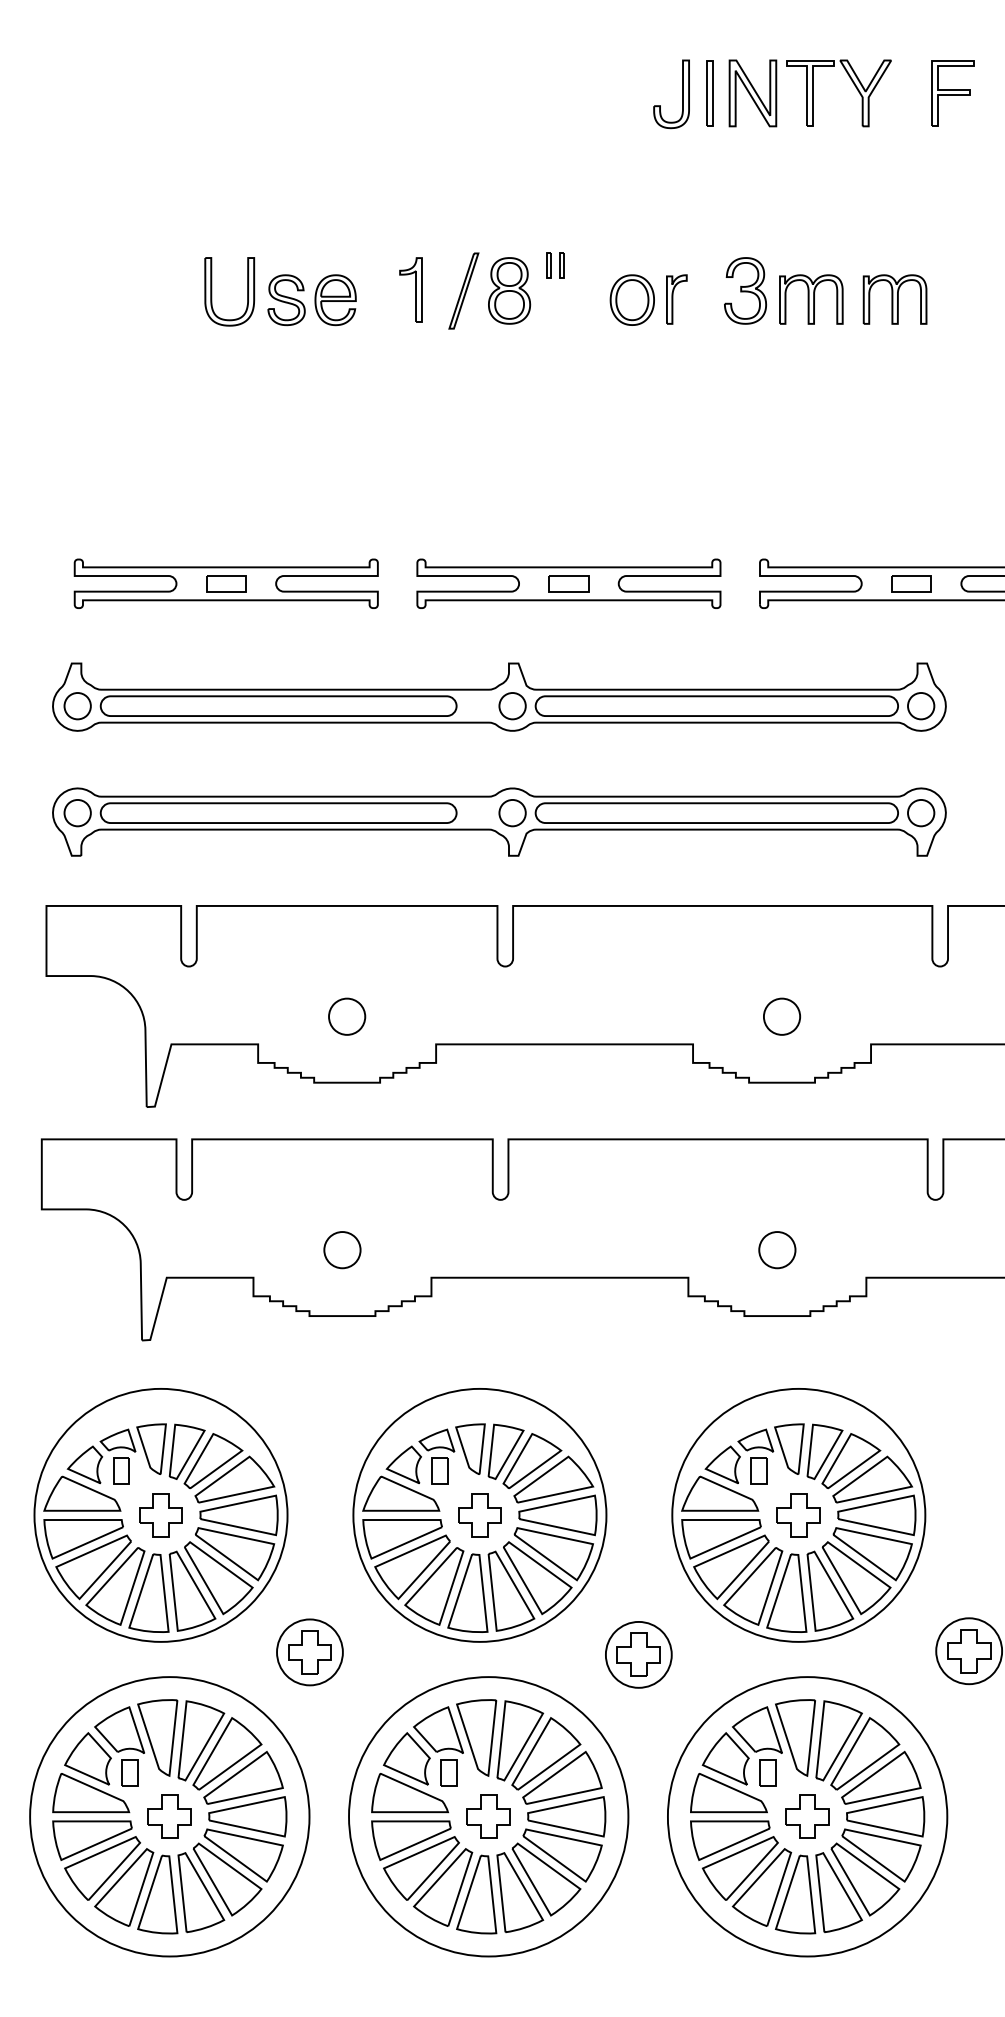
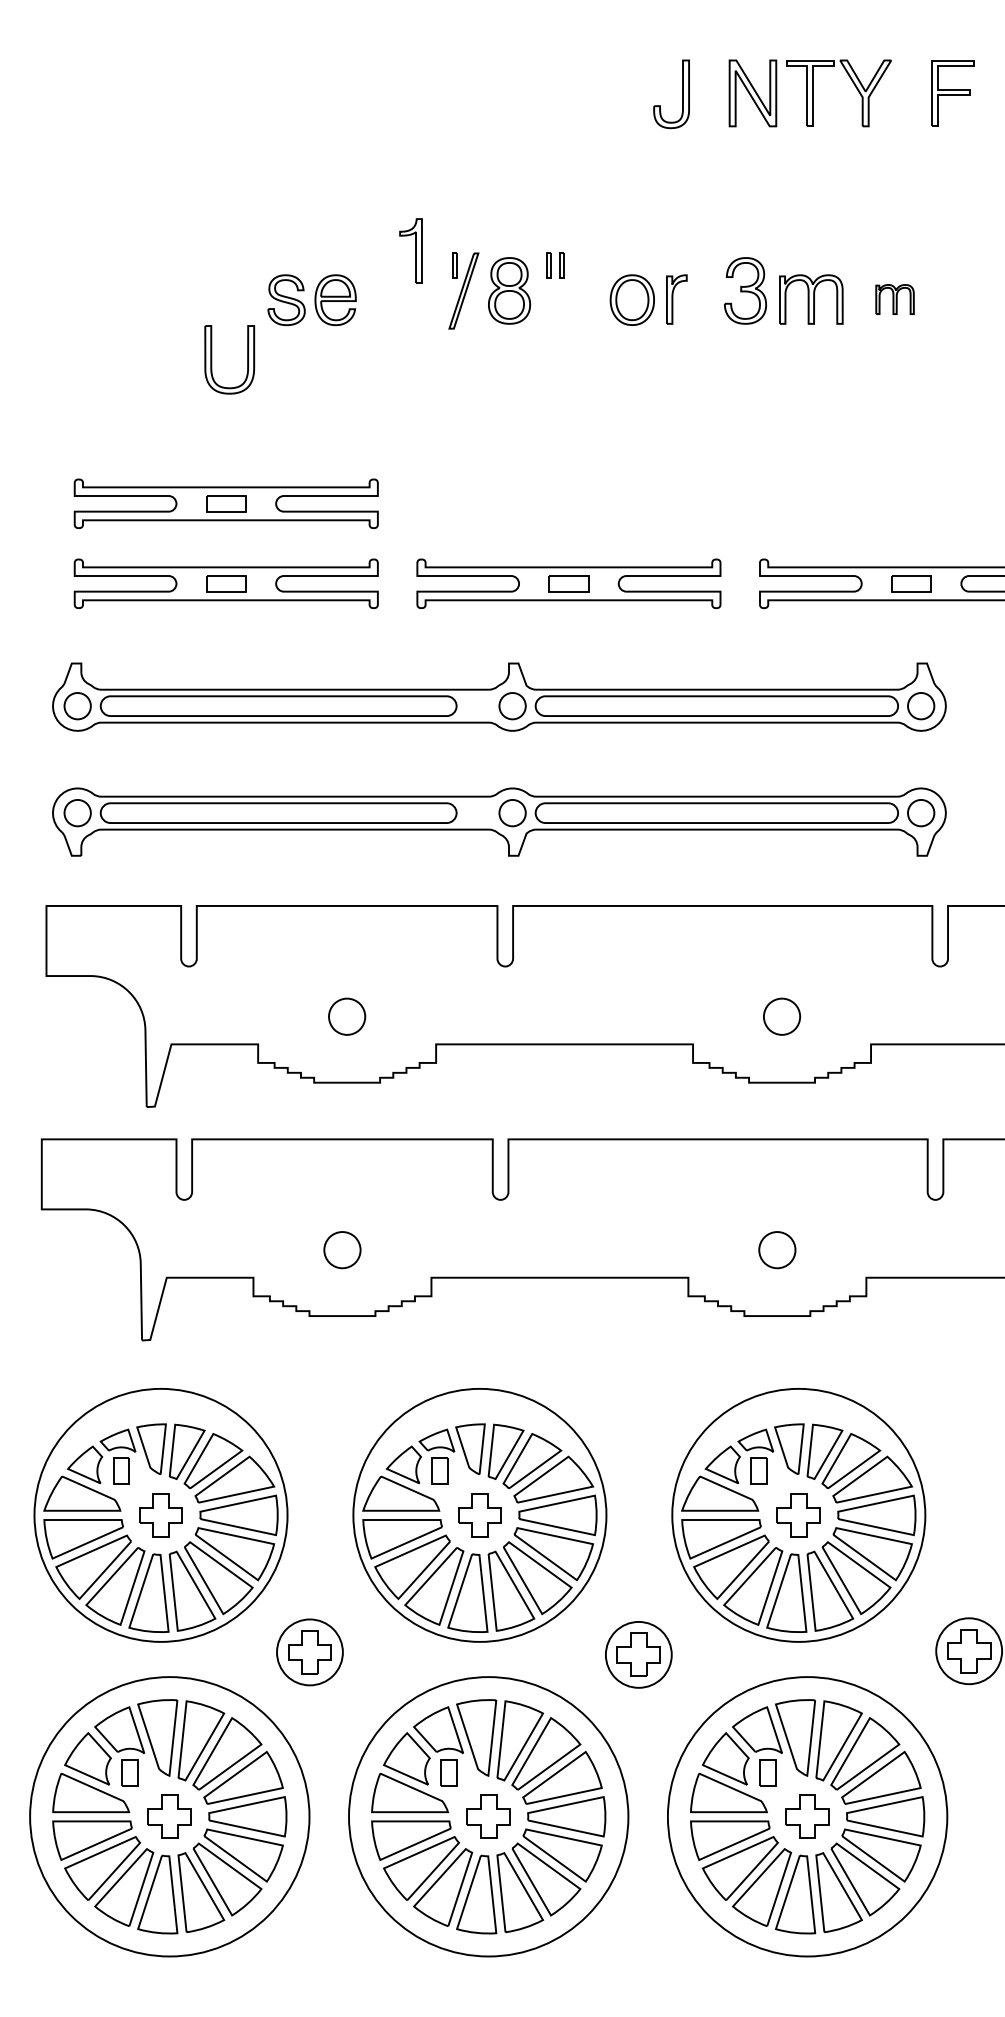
part at (709, 93): present -> none
part at (454, 265): none -> present
part at (410, 289) position: (410, 289) -> (410, 250)
part at (212, 291) position: (212, 291) -> (212, 359)
part at (894, 299) size: 66x51 px -> 40x31 px
part at (225, 503): none -> present
